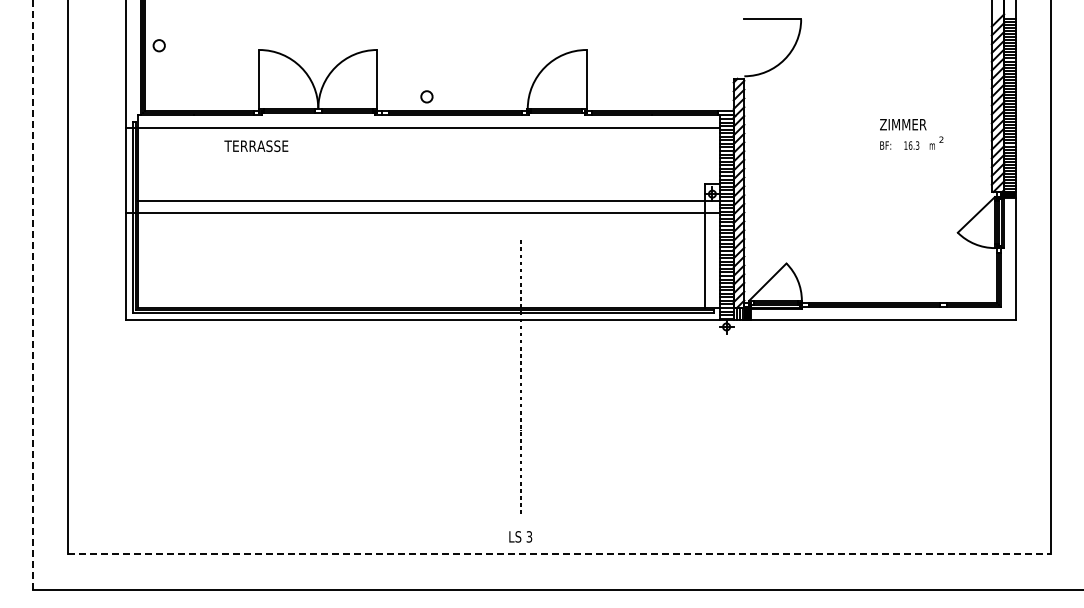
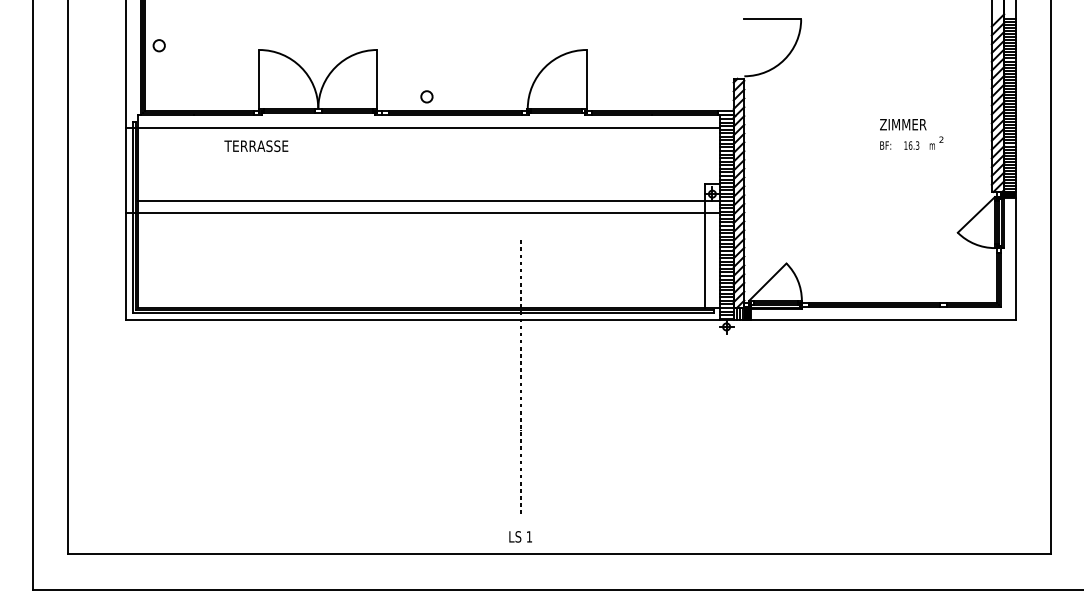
line at (32, 295): dashed -> solid
text at (529, 536): 3 -> 1
line at (559, 554): dashed -> solid
